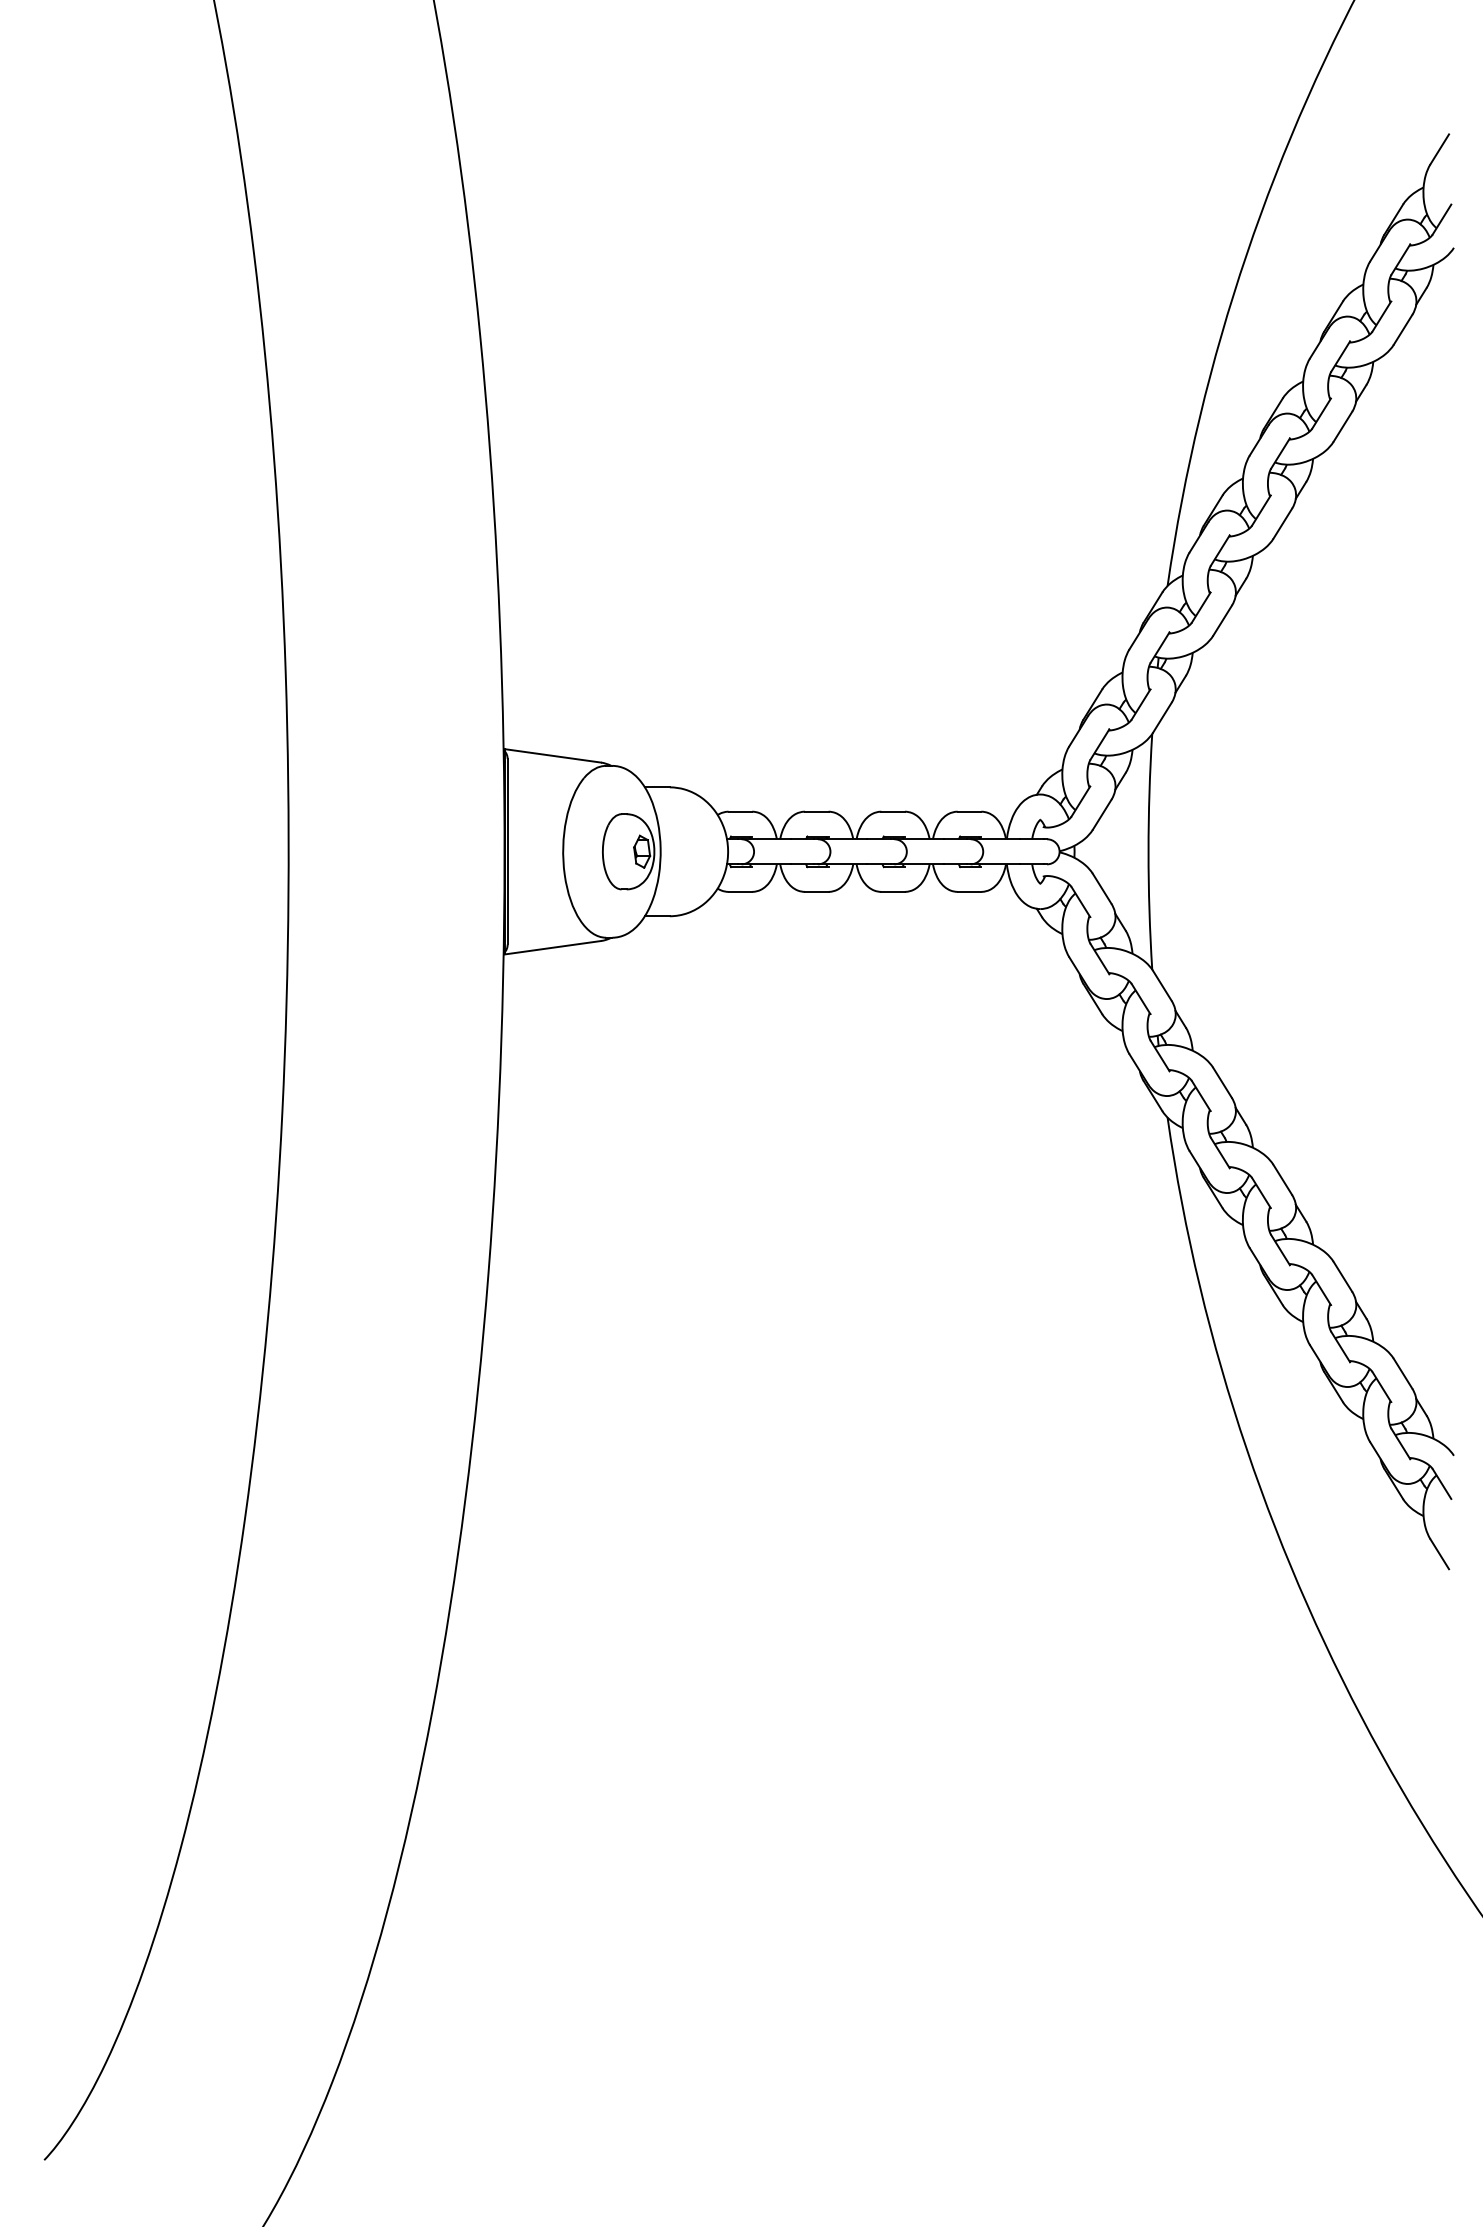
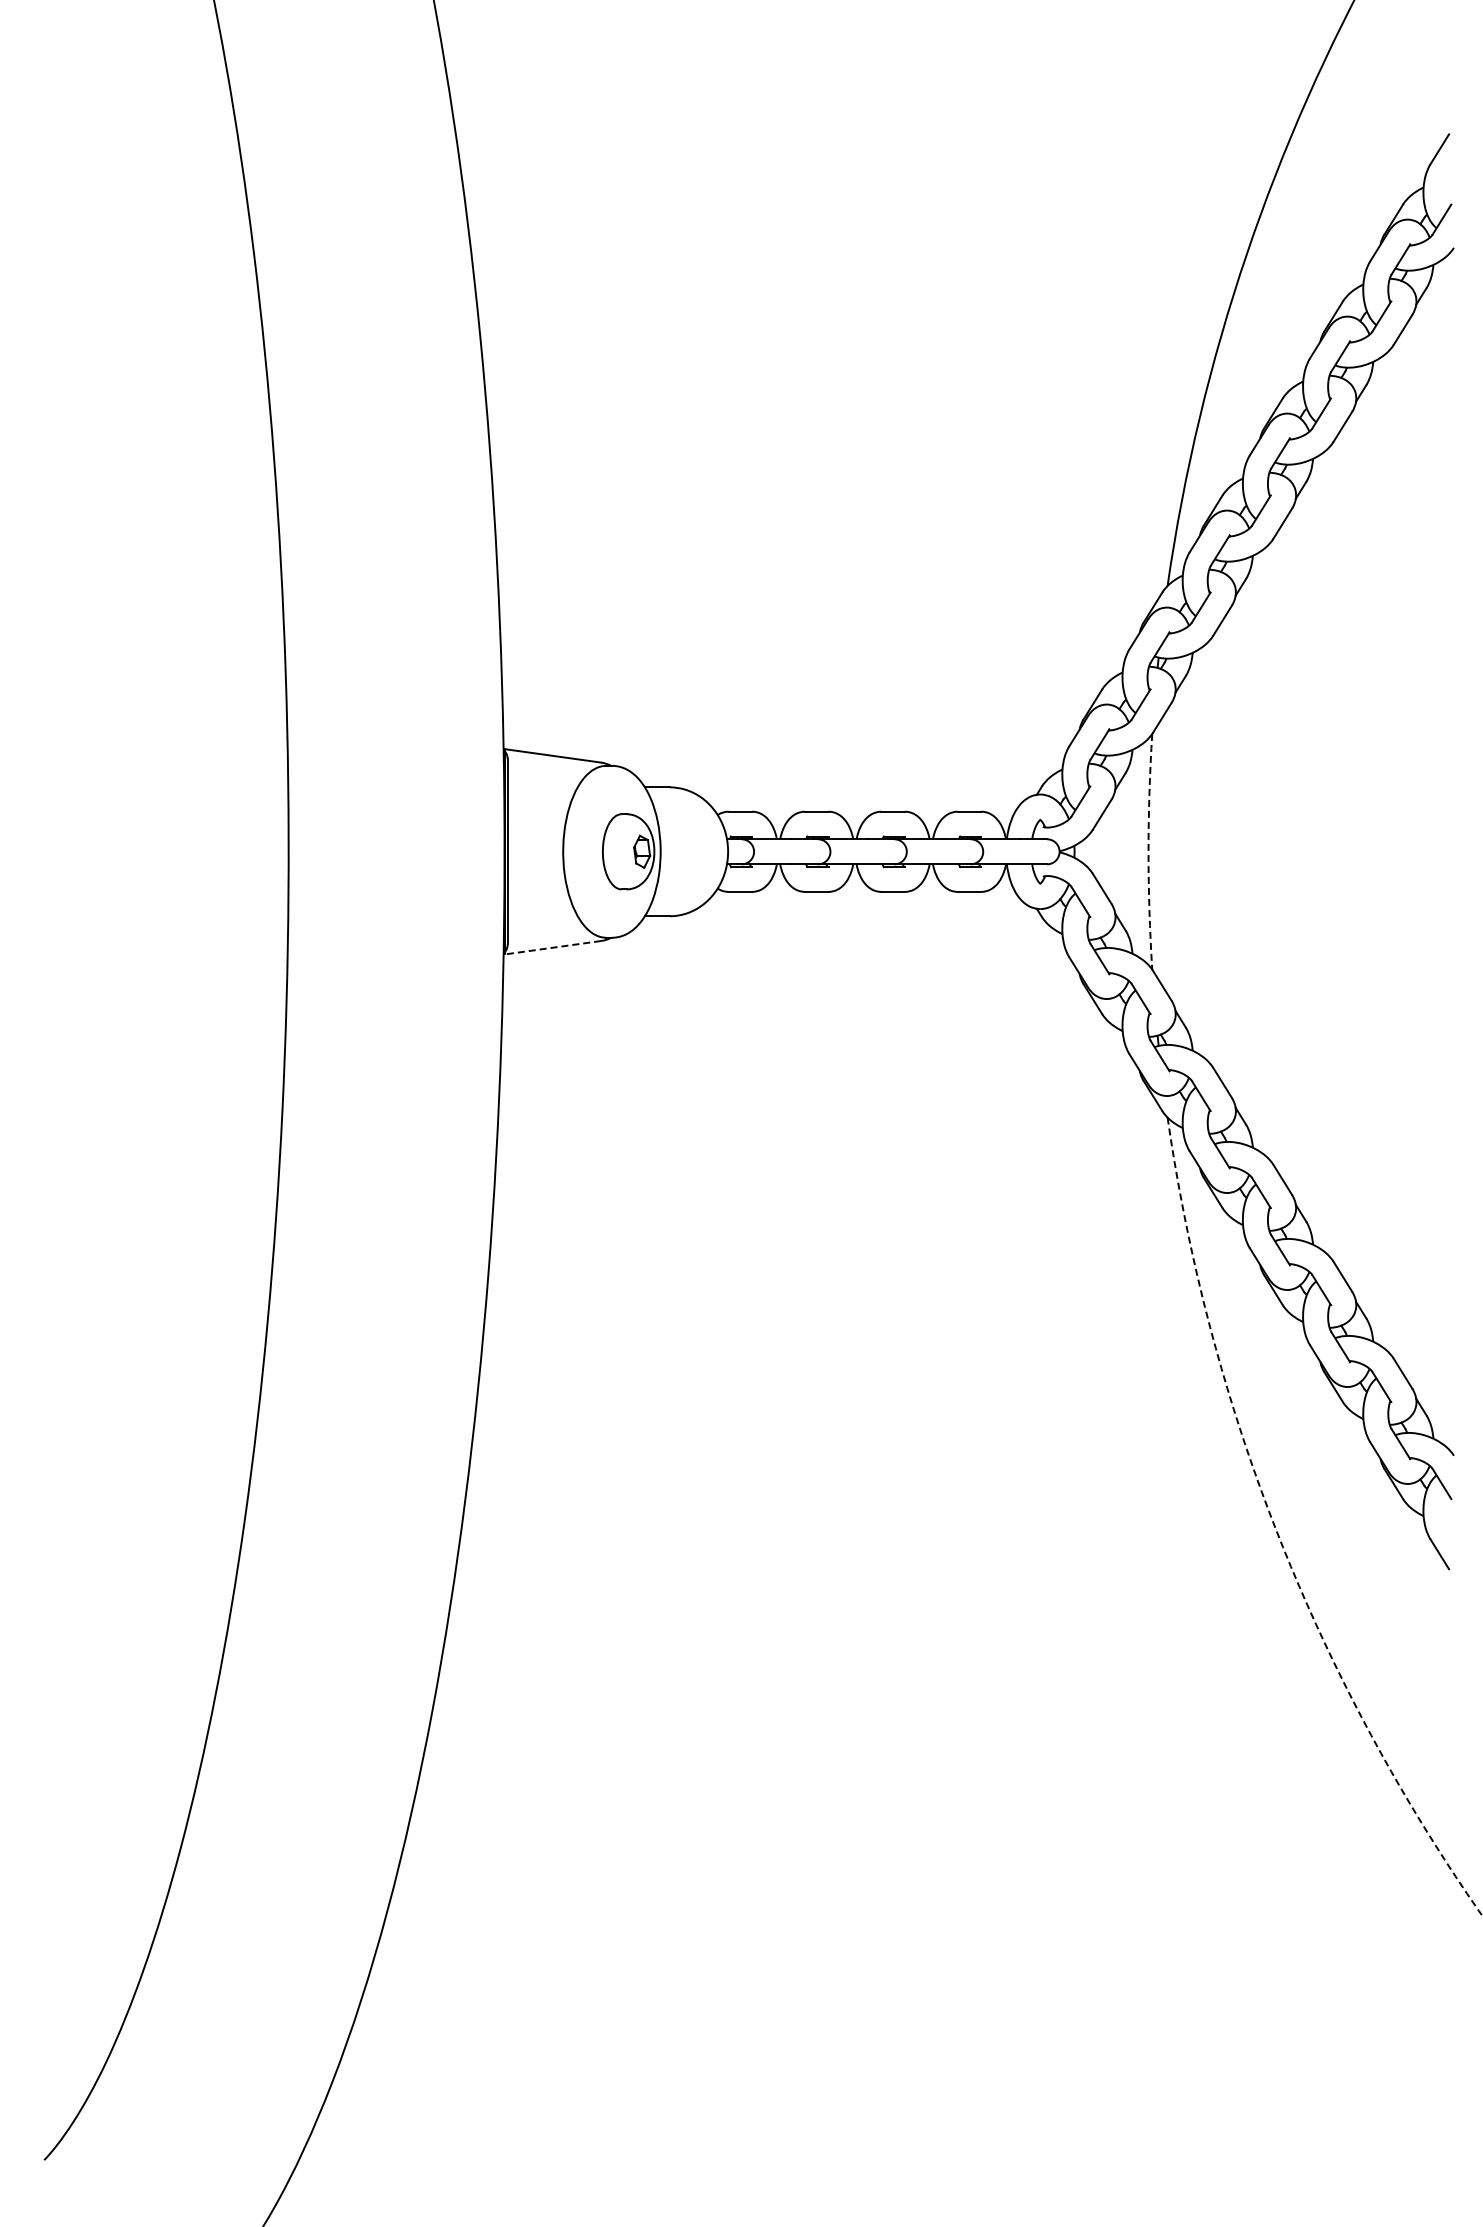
arc at (1148, 851): solid -> dashed
line at (552, 947): solid -> dashed
arc at (1278, 1536): solid -> dashed
